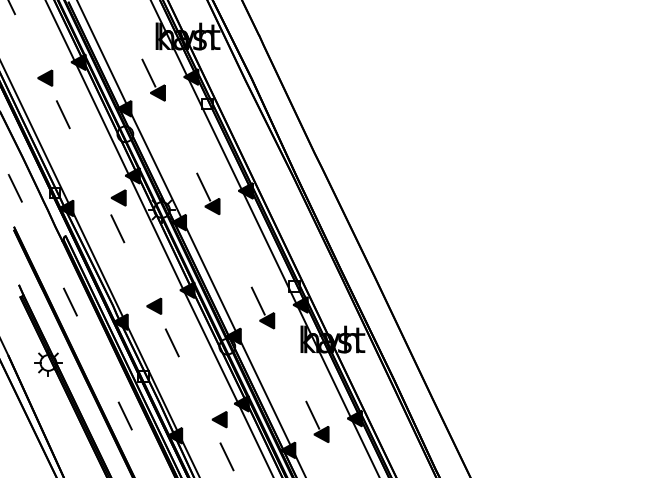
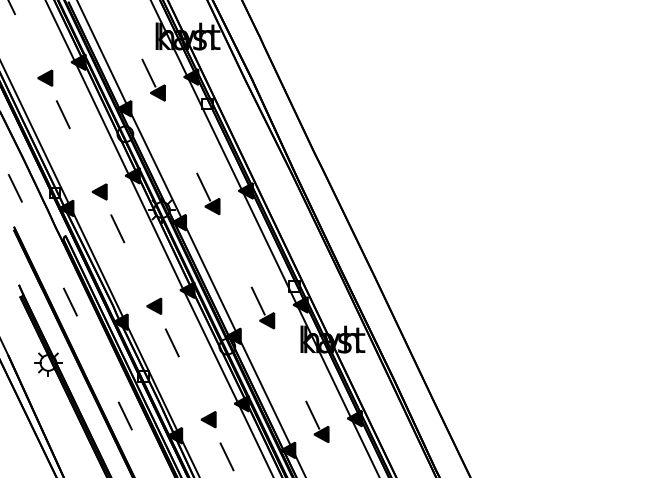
part at (118, 197) position: (118, 197) -> (99, 191)
part at (219, 419) position: (219, 419) -> (208, 419)
